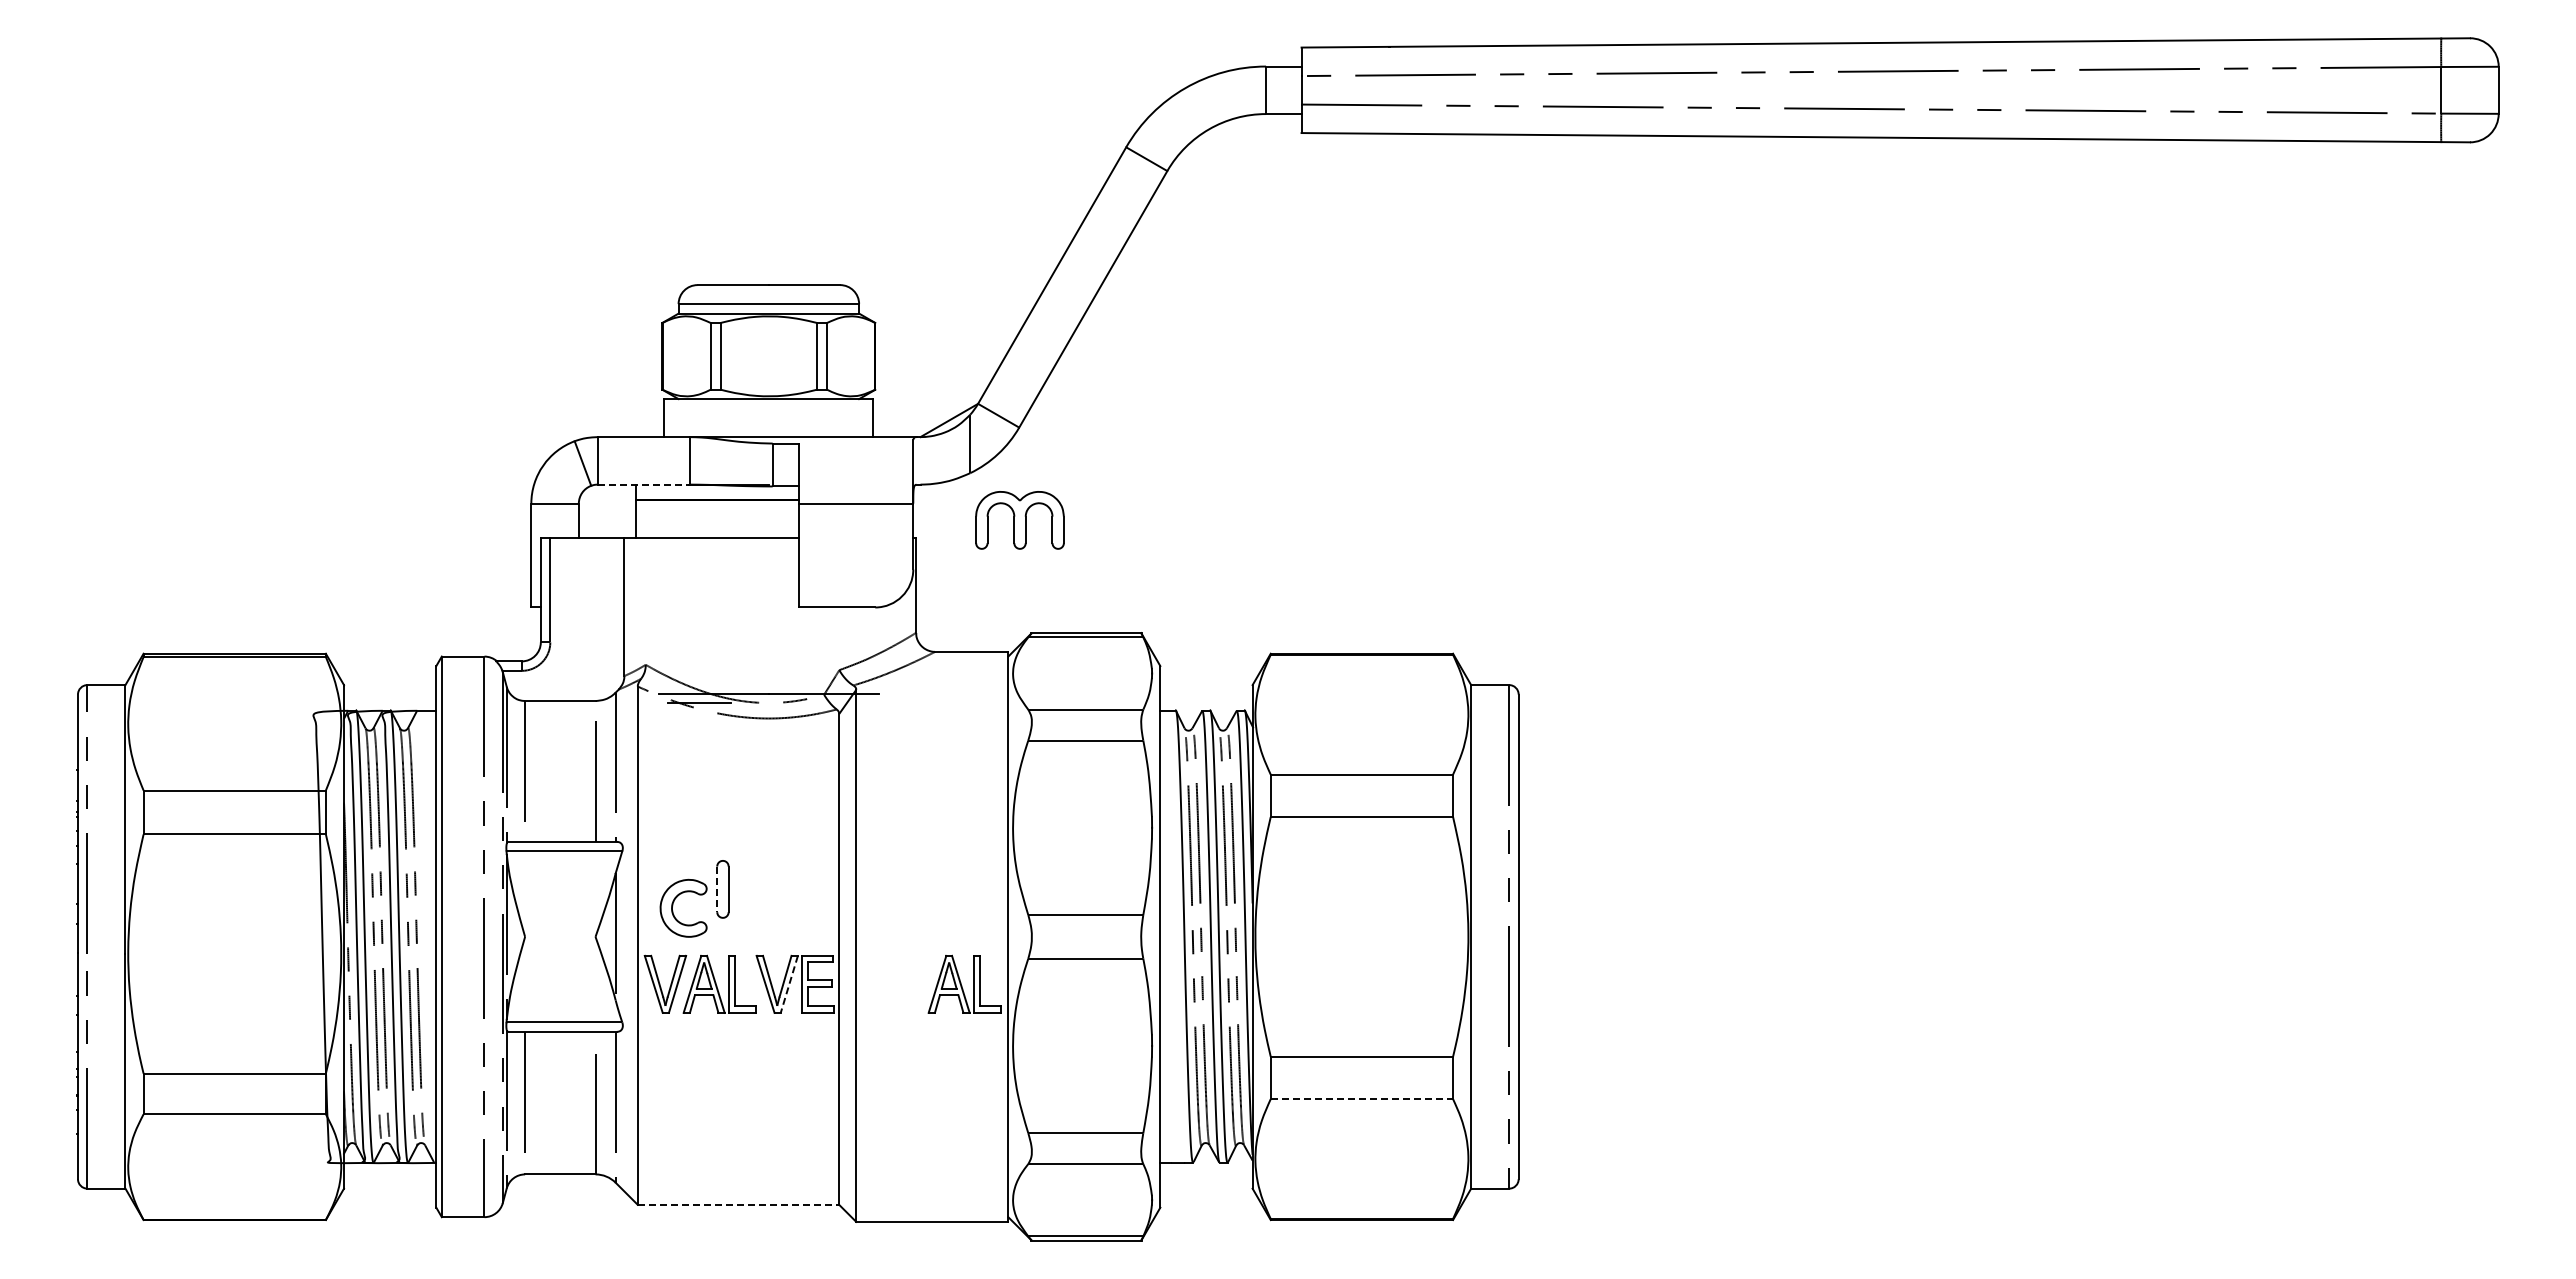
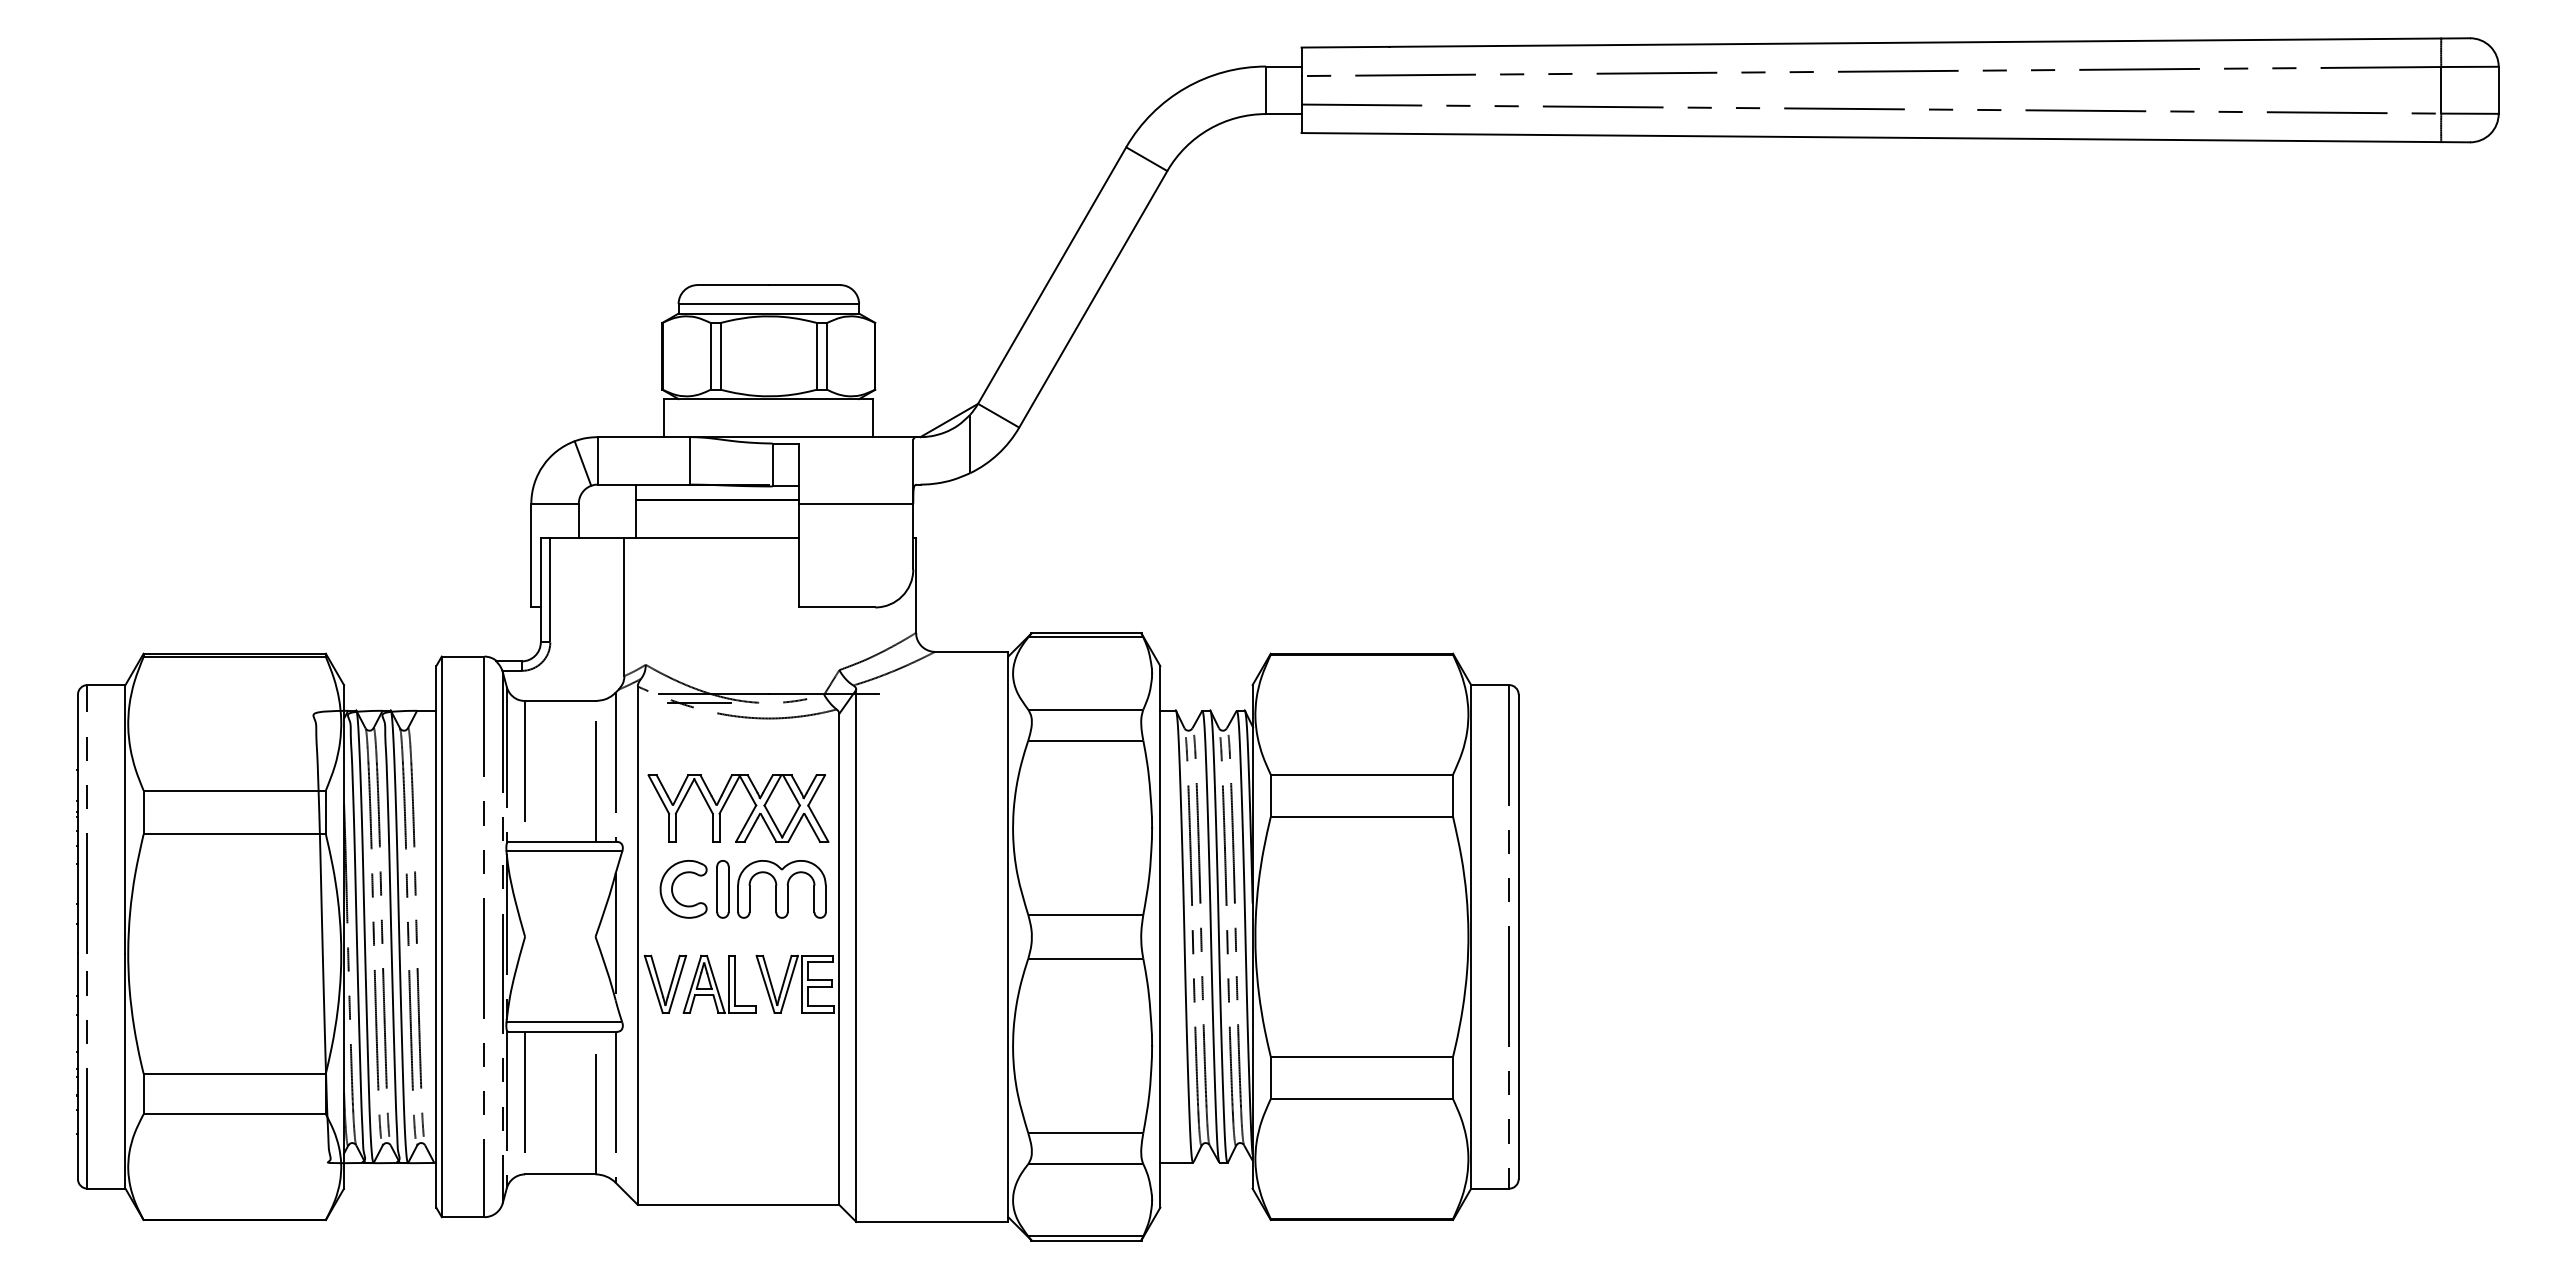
line at (643, 484): dashed -> solid
part at (1019, 520) position: (1019, 520) -> (781, 889)
part at (726, 803): none -> present
line at (717, 889): dashed -> solid
part at (673, 905) position: (673, 905) -> (673, 886)
part at (964, 983): present -> none
line at (789, 984): dashed -> solid
line at (1362, 1099): dashed -> solid
line at (738, 1204): dashed -> solid
